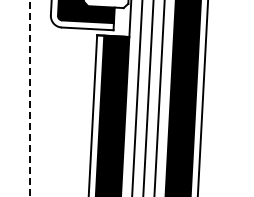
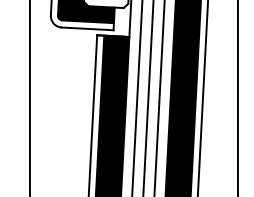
line at (237, 97): none -> present
line at (29, 98): dashed -> solid
